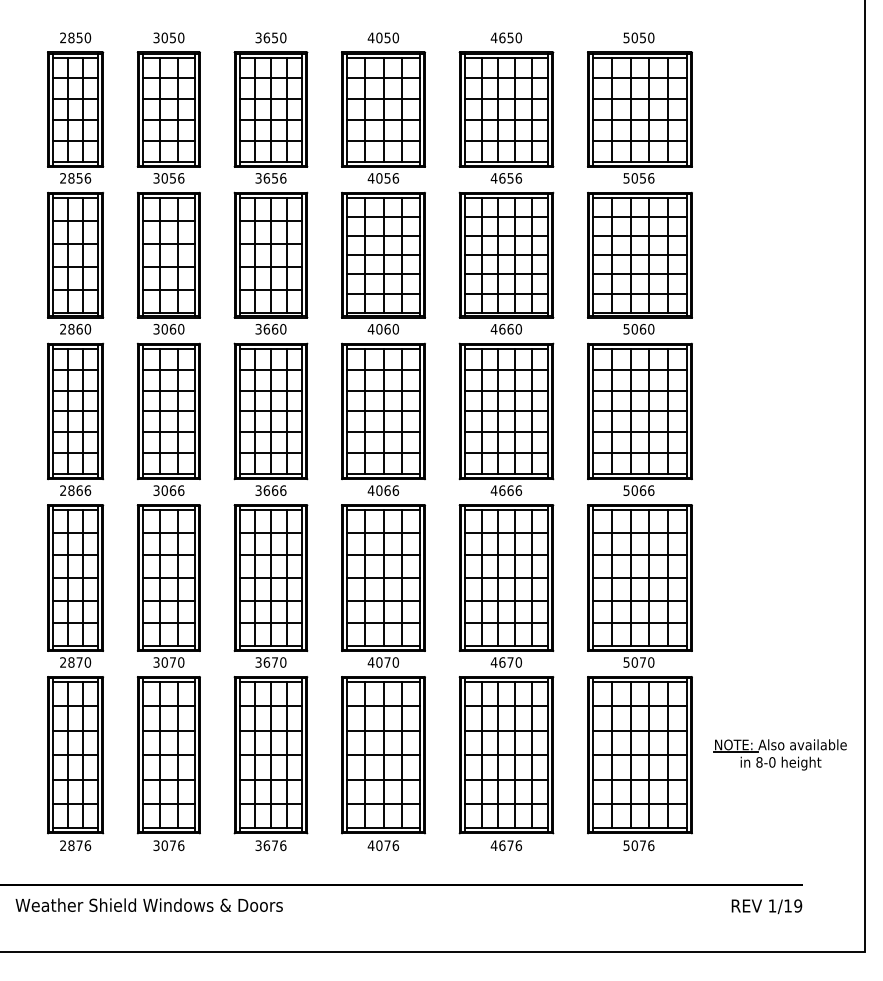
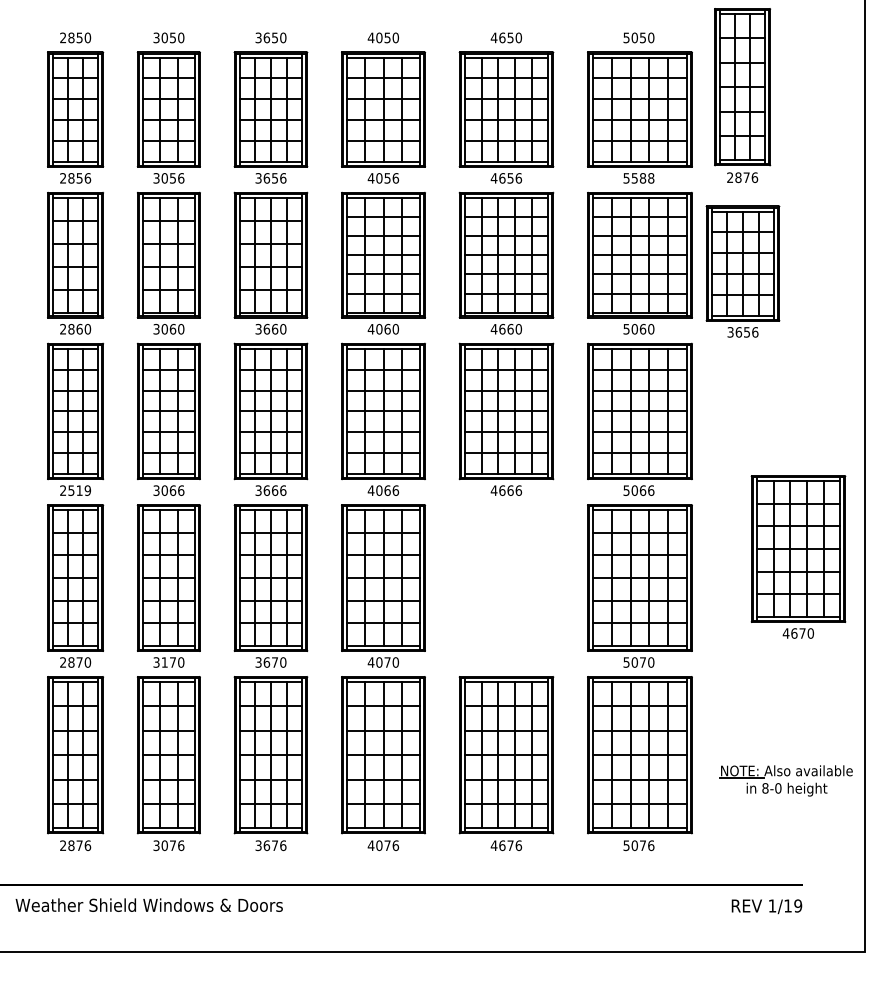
part at (742, 95): none -> present
text at (642, 178): 5056 -> 5588
part at (742, 271): none -> present
text at (79, 490): 2866 -> 2519
part at (506, 585) position: (506, 585) -> (798, 556)
text at (164, 662): 3070 -> 3170
part at (779, 754) position: (779, 754) -> (785, 780)
